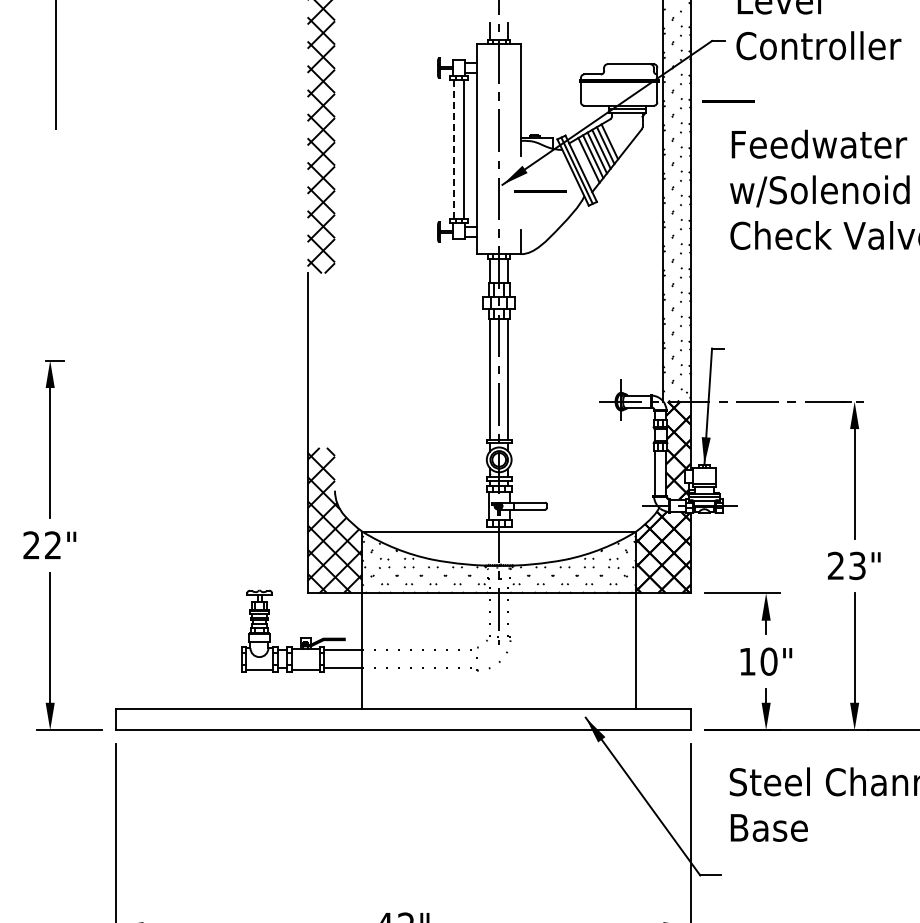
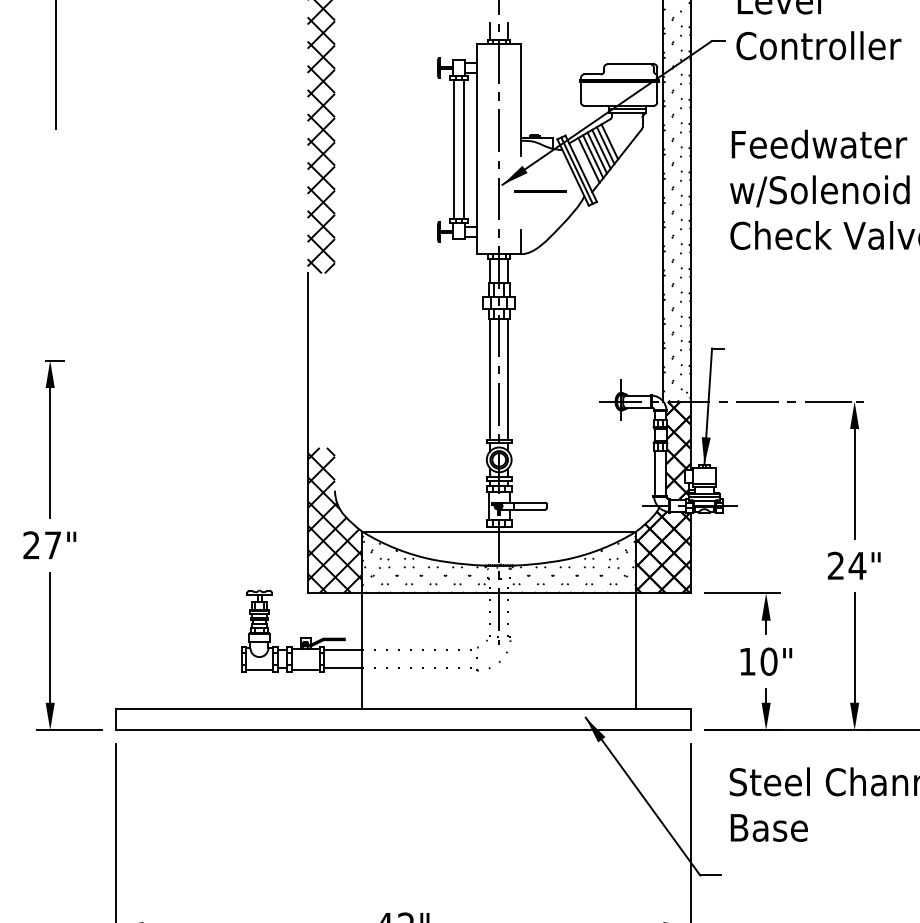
line at (728, 101): present -> none
line at (454, 149): dashed -> solid
text at (52, 545): 22" -> 27"
text at (857, 565): 23" -> 24"
